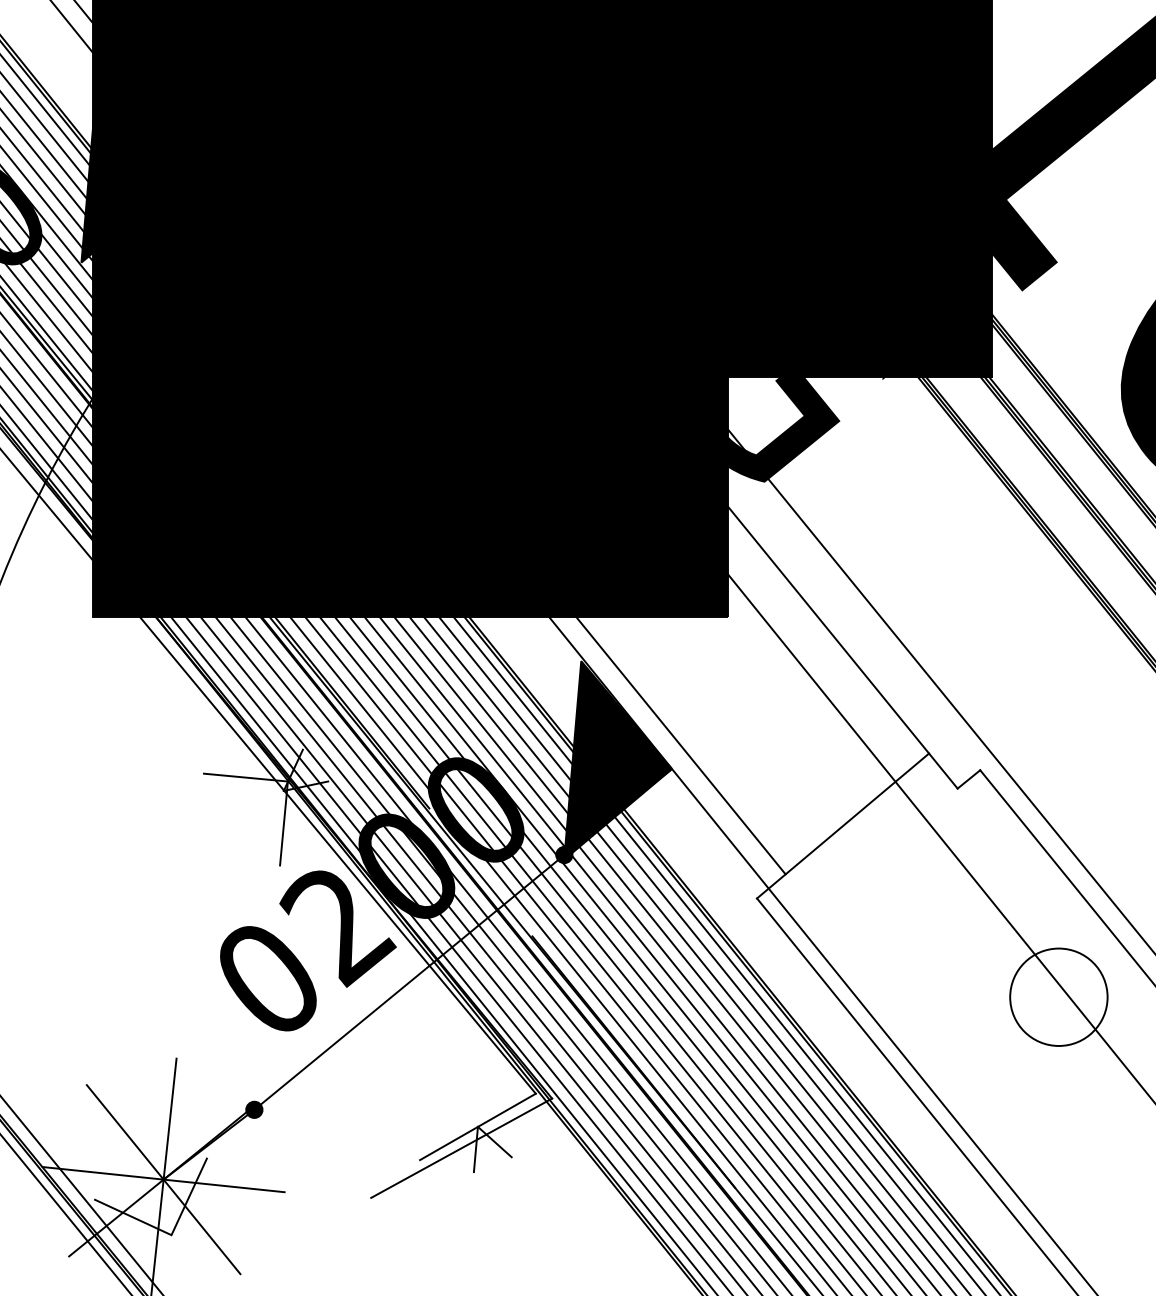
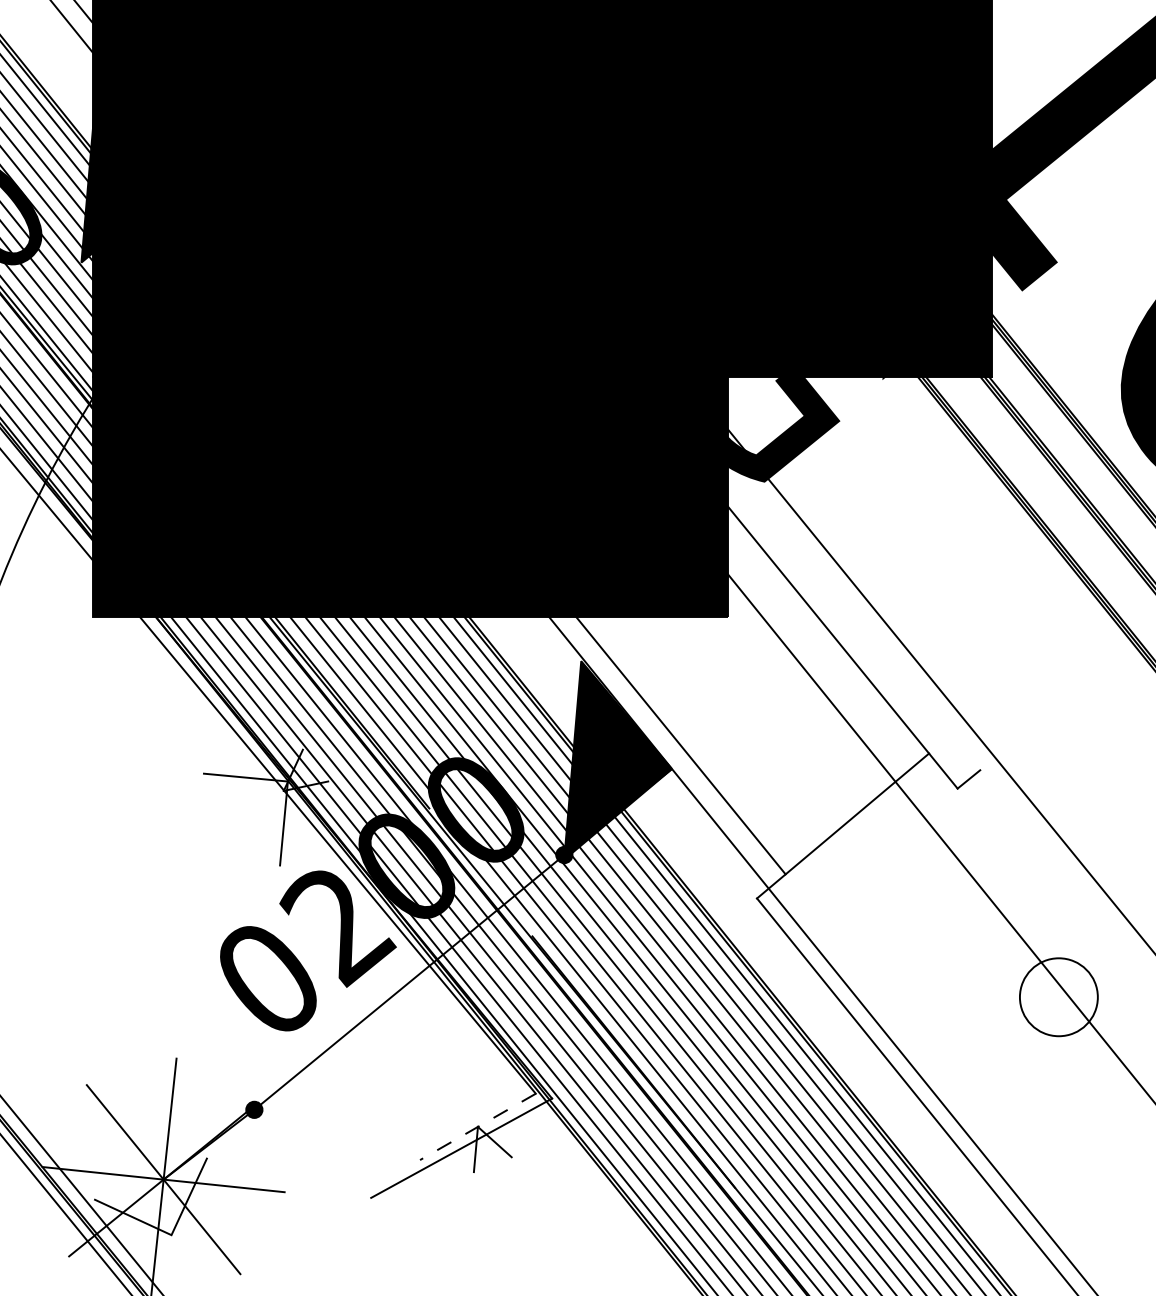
line at (1066, 876): present -> none
circle at (1058, 996) diameter: 97 px -> 78 px
line at (477, 1126): solid -> dashed
